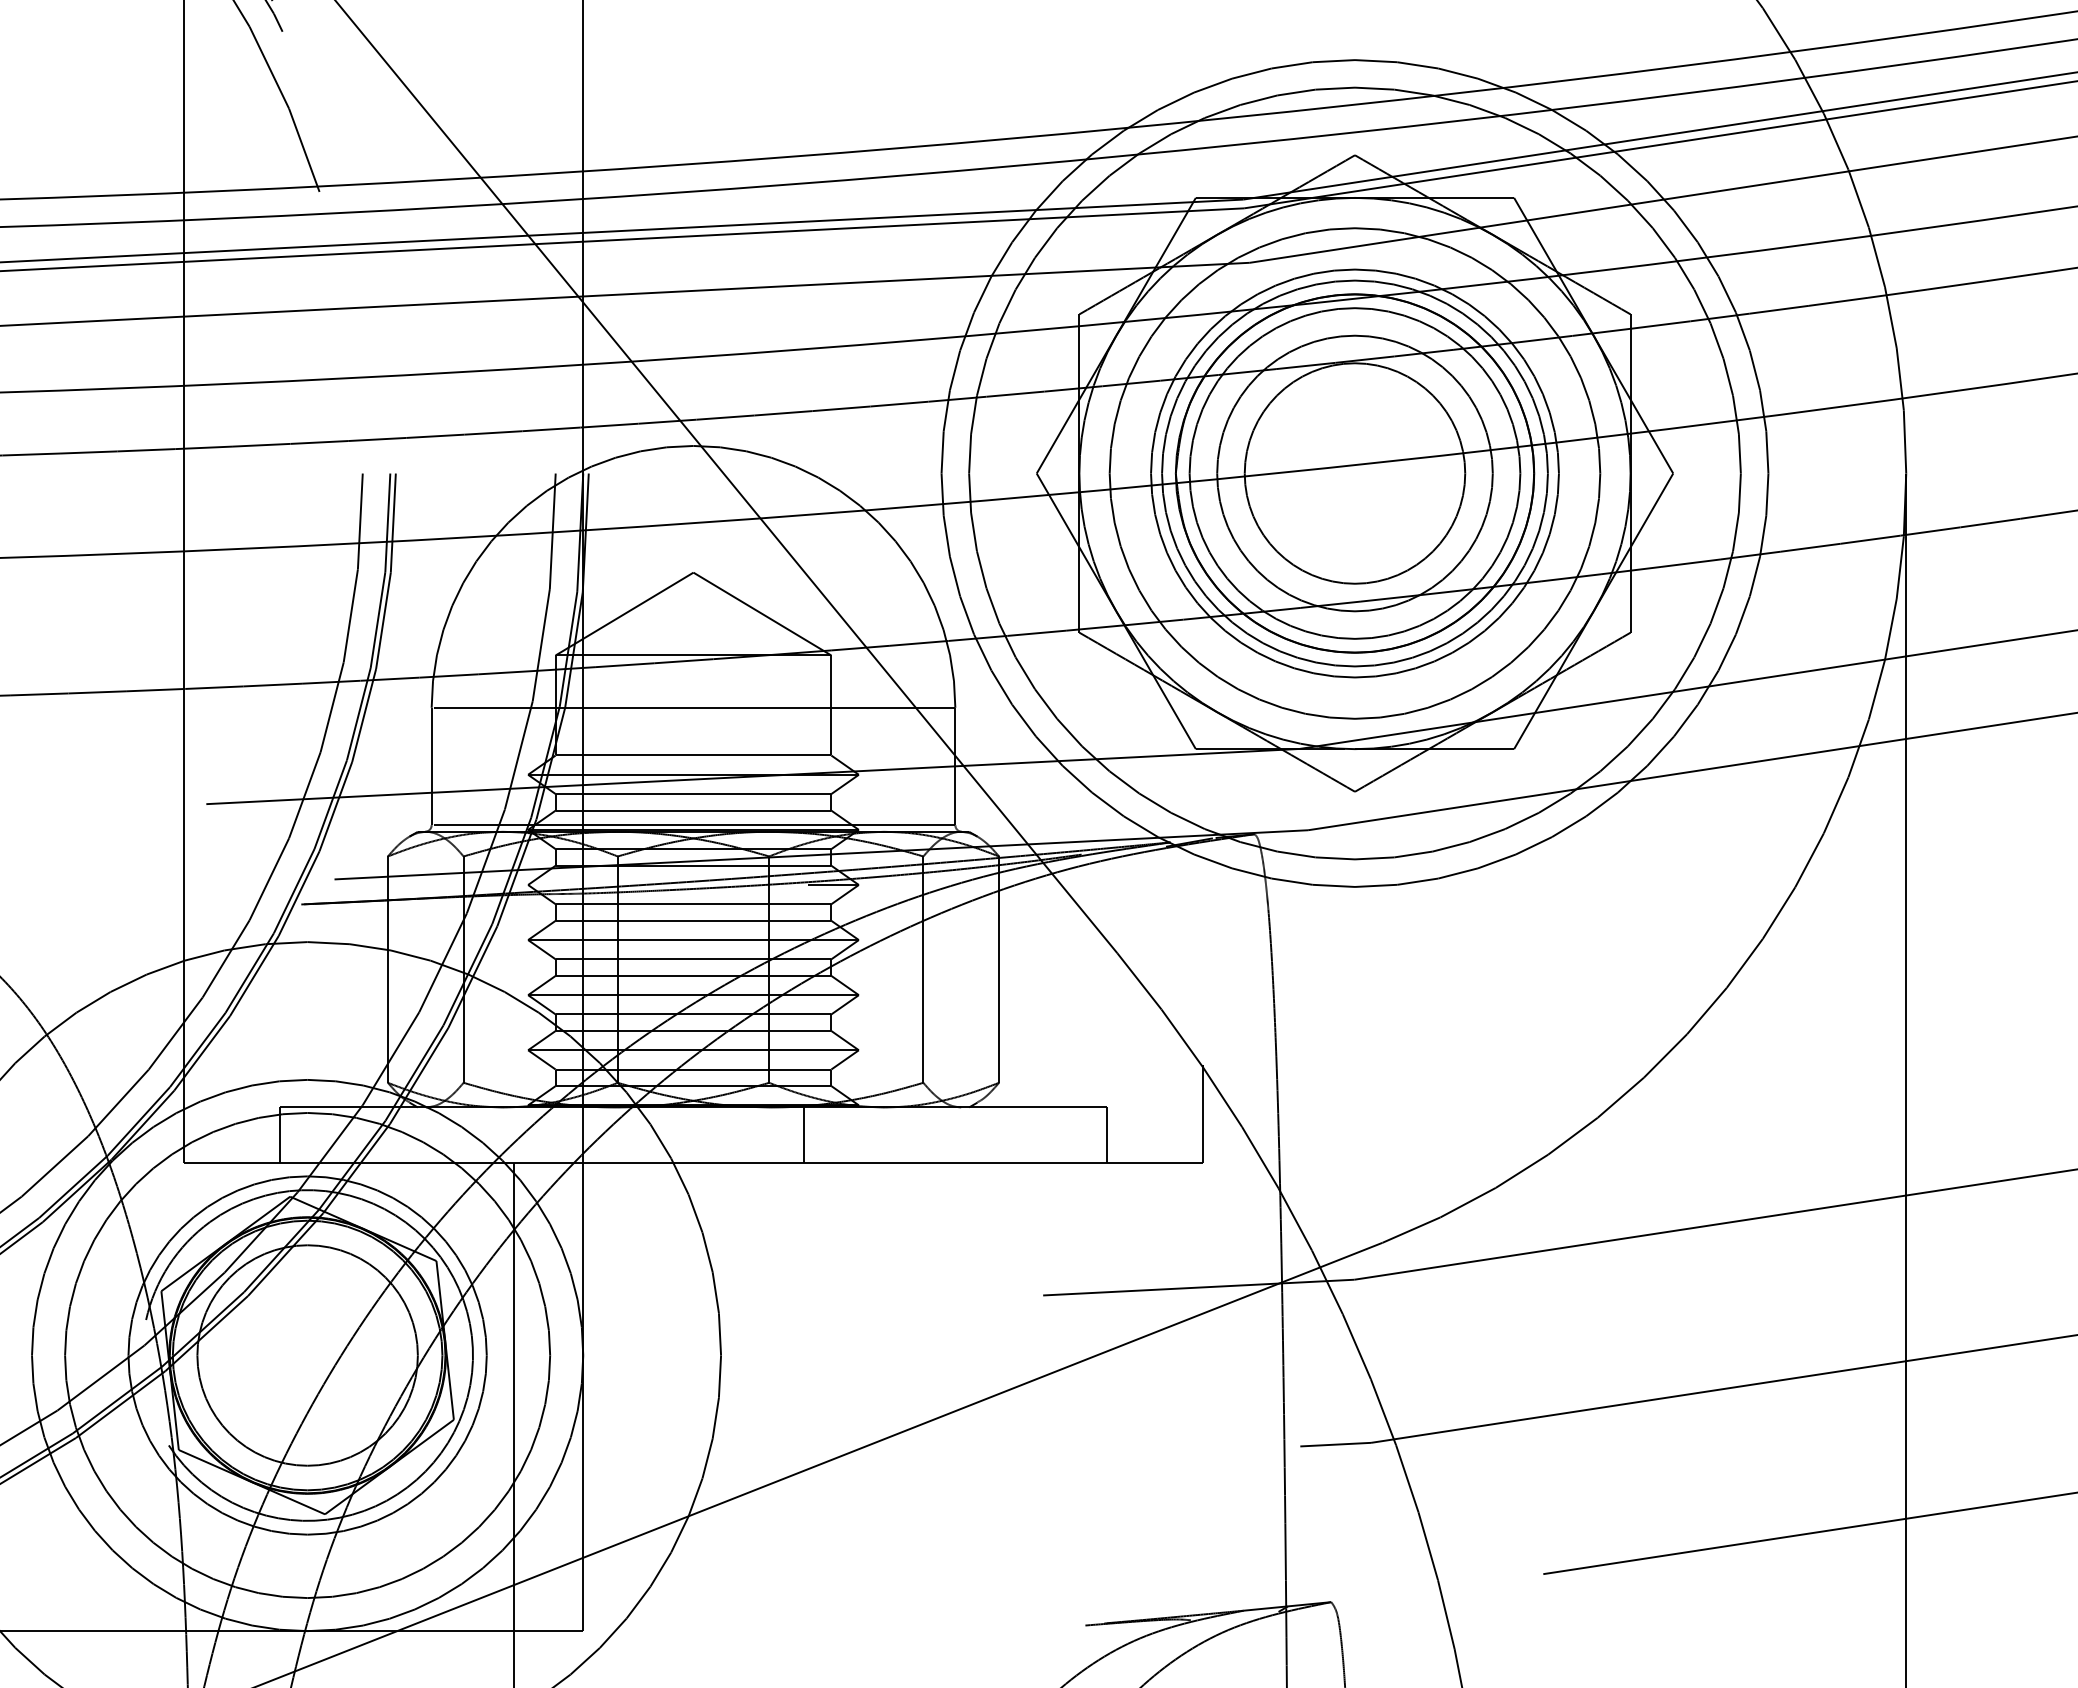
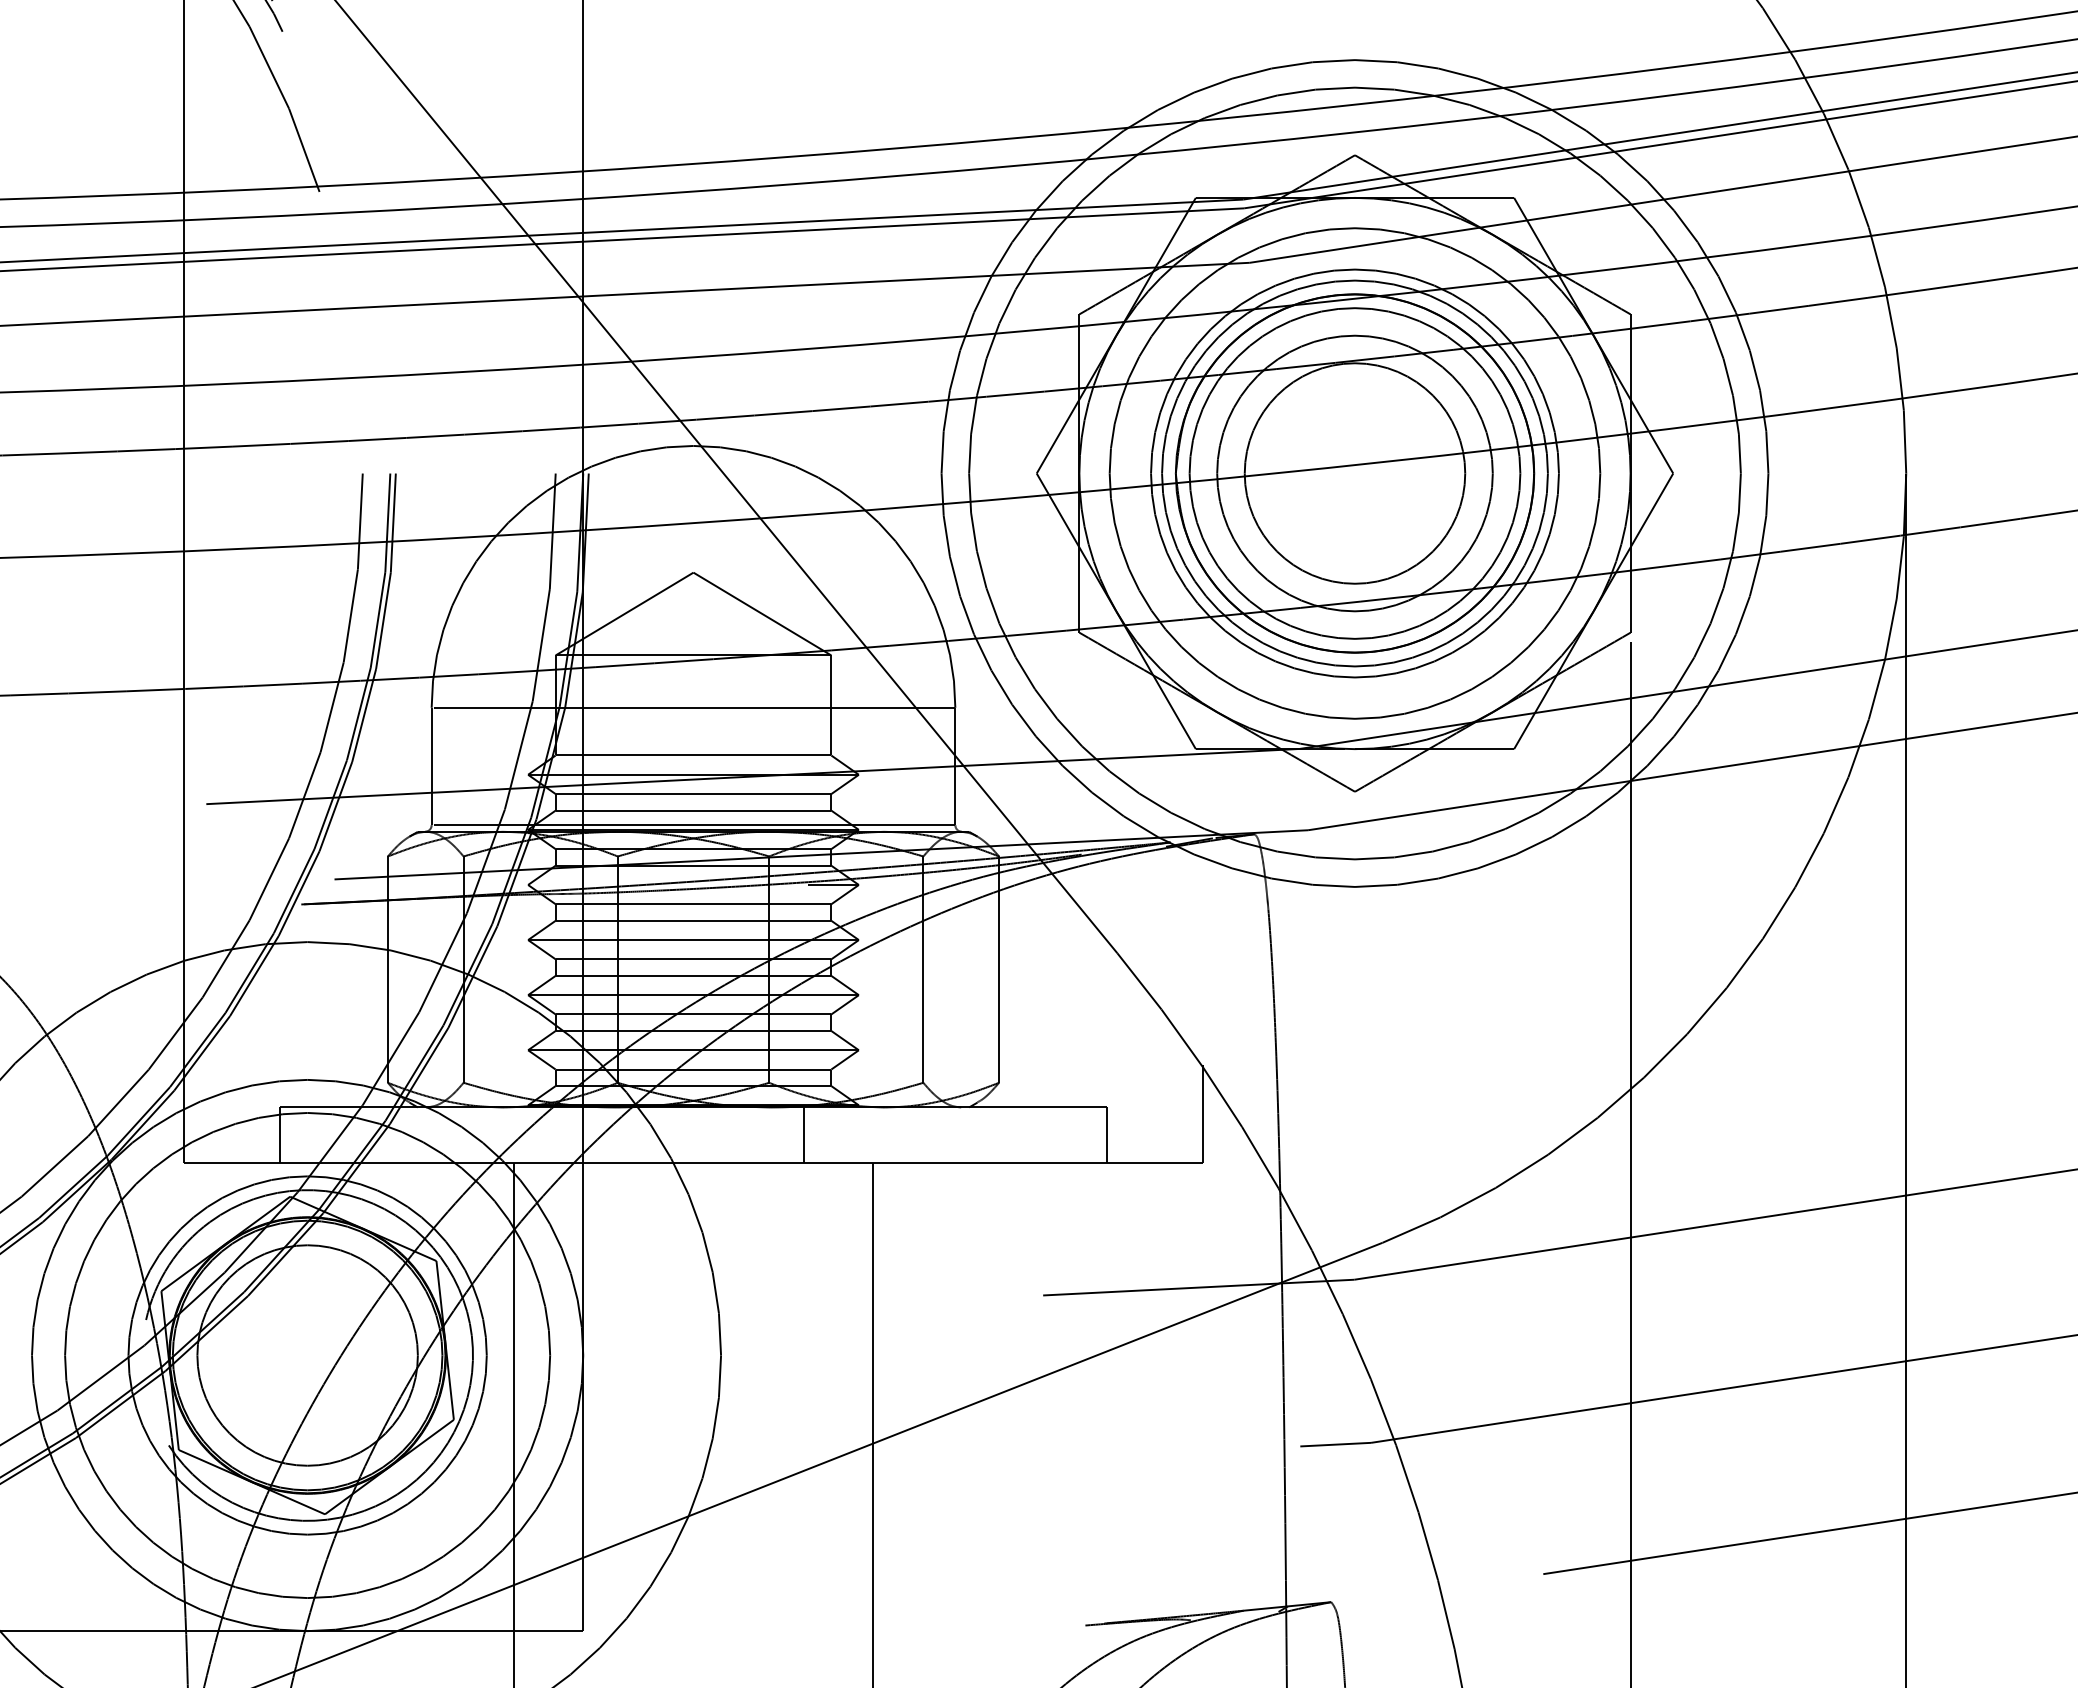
line at (1630, 1163): none -> present
line at (872, 1423): none -> present
